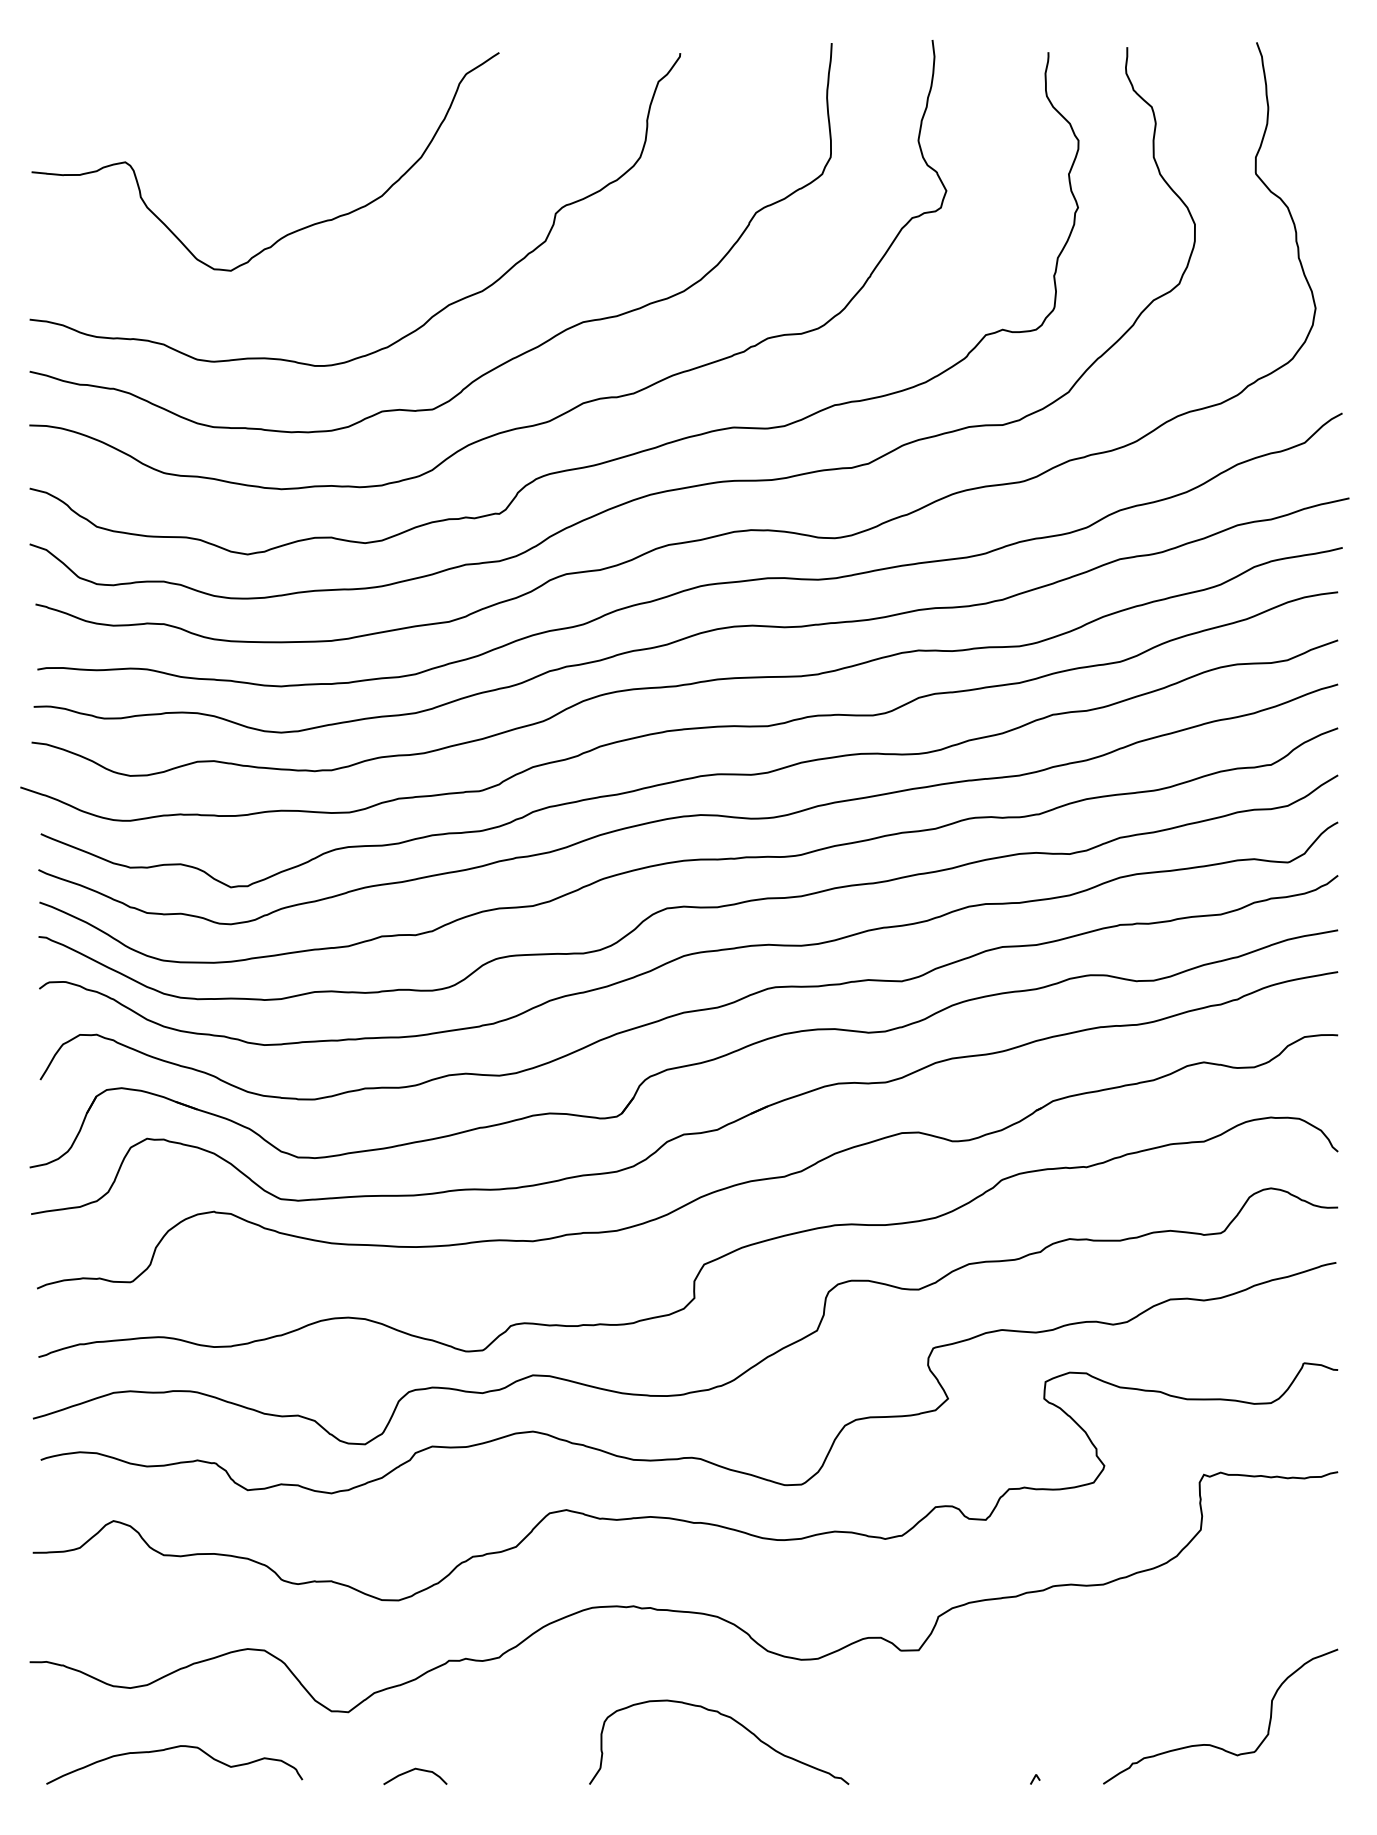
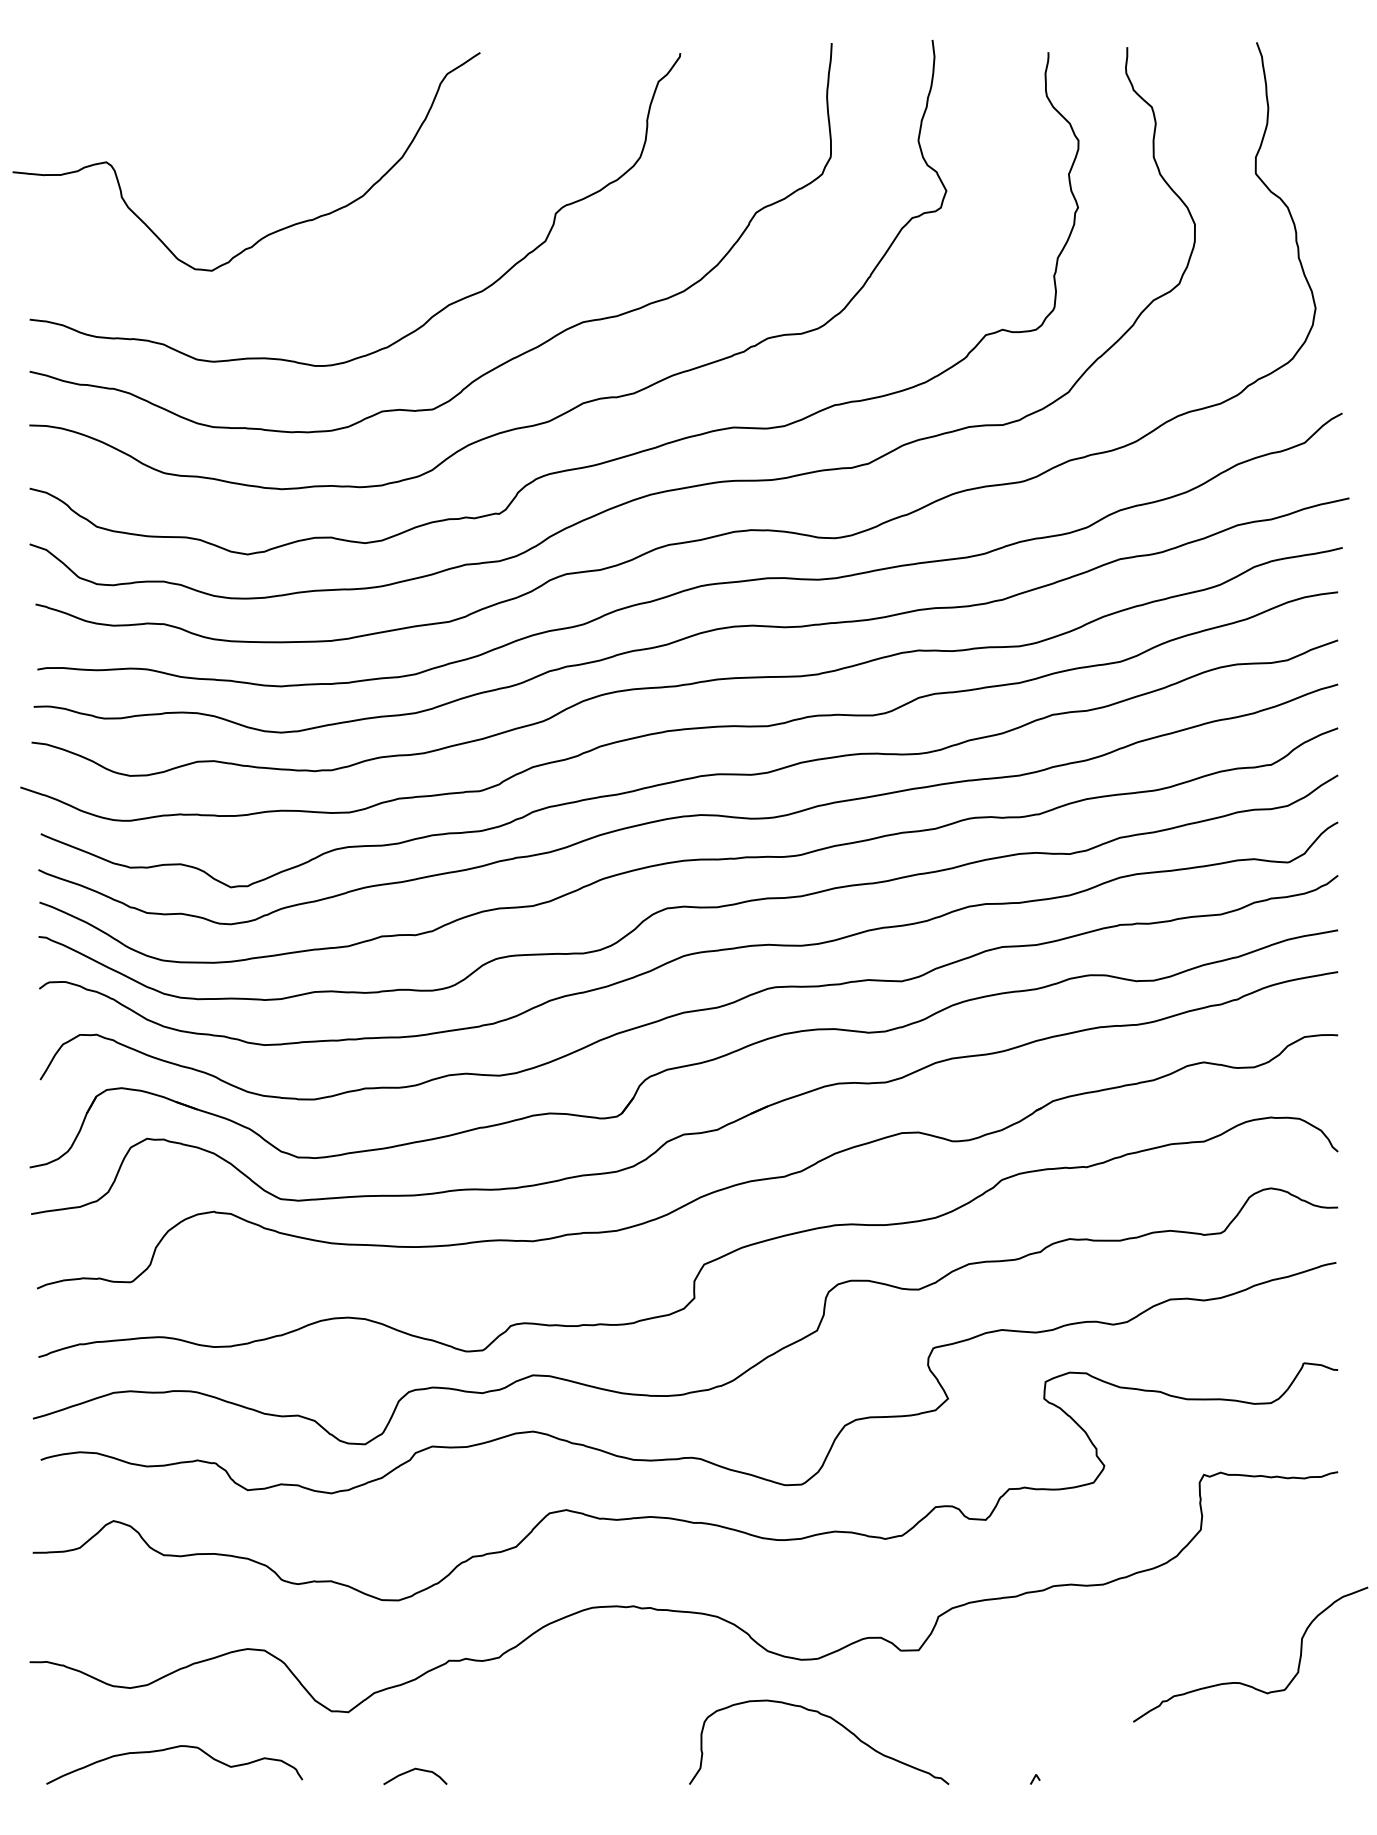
curve at (292, 231) position: (292, 231) -> (273, 231)
curve at (734, 1721) position: (734, 1721) -> (834, 1721)
curve at (1211, 1744) position: (1211, 1744) -> (1241, 1682)
